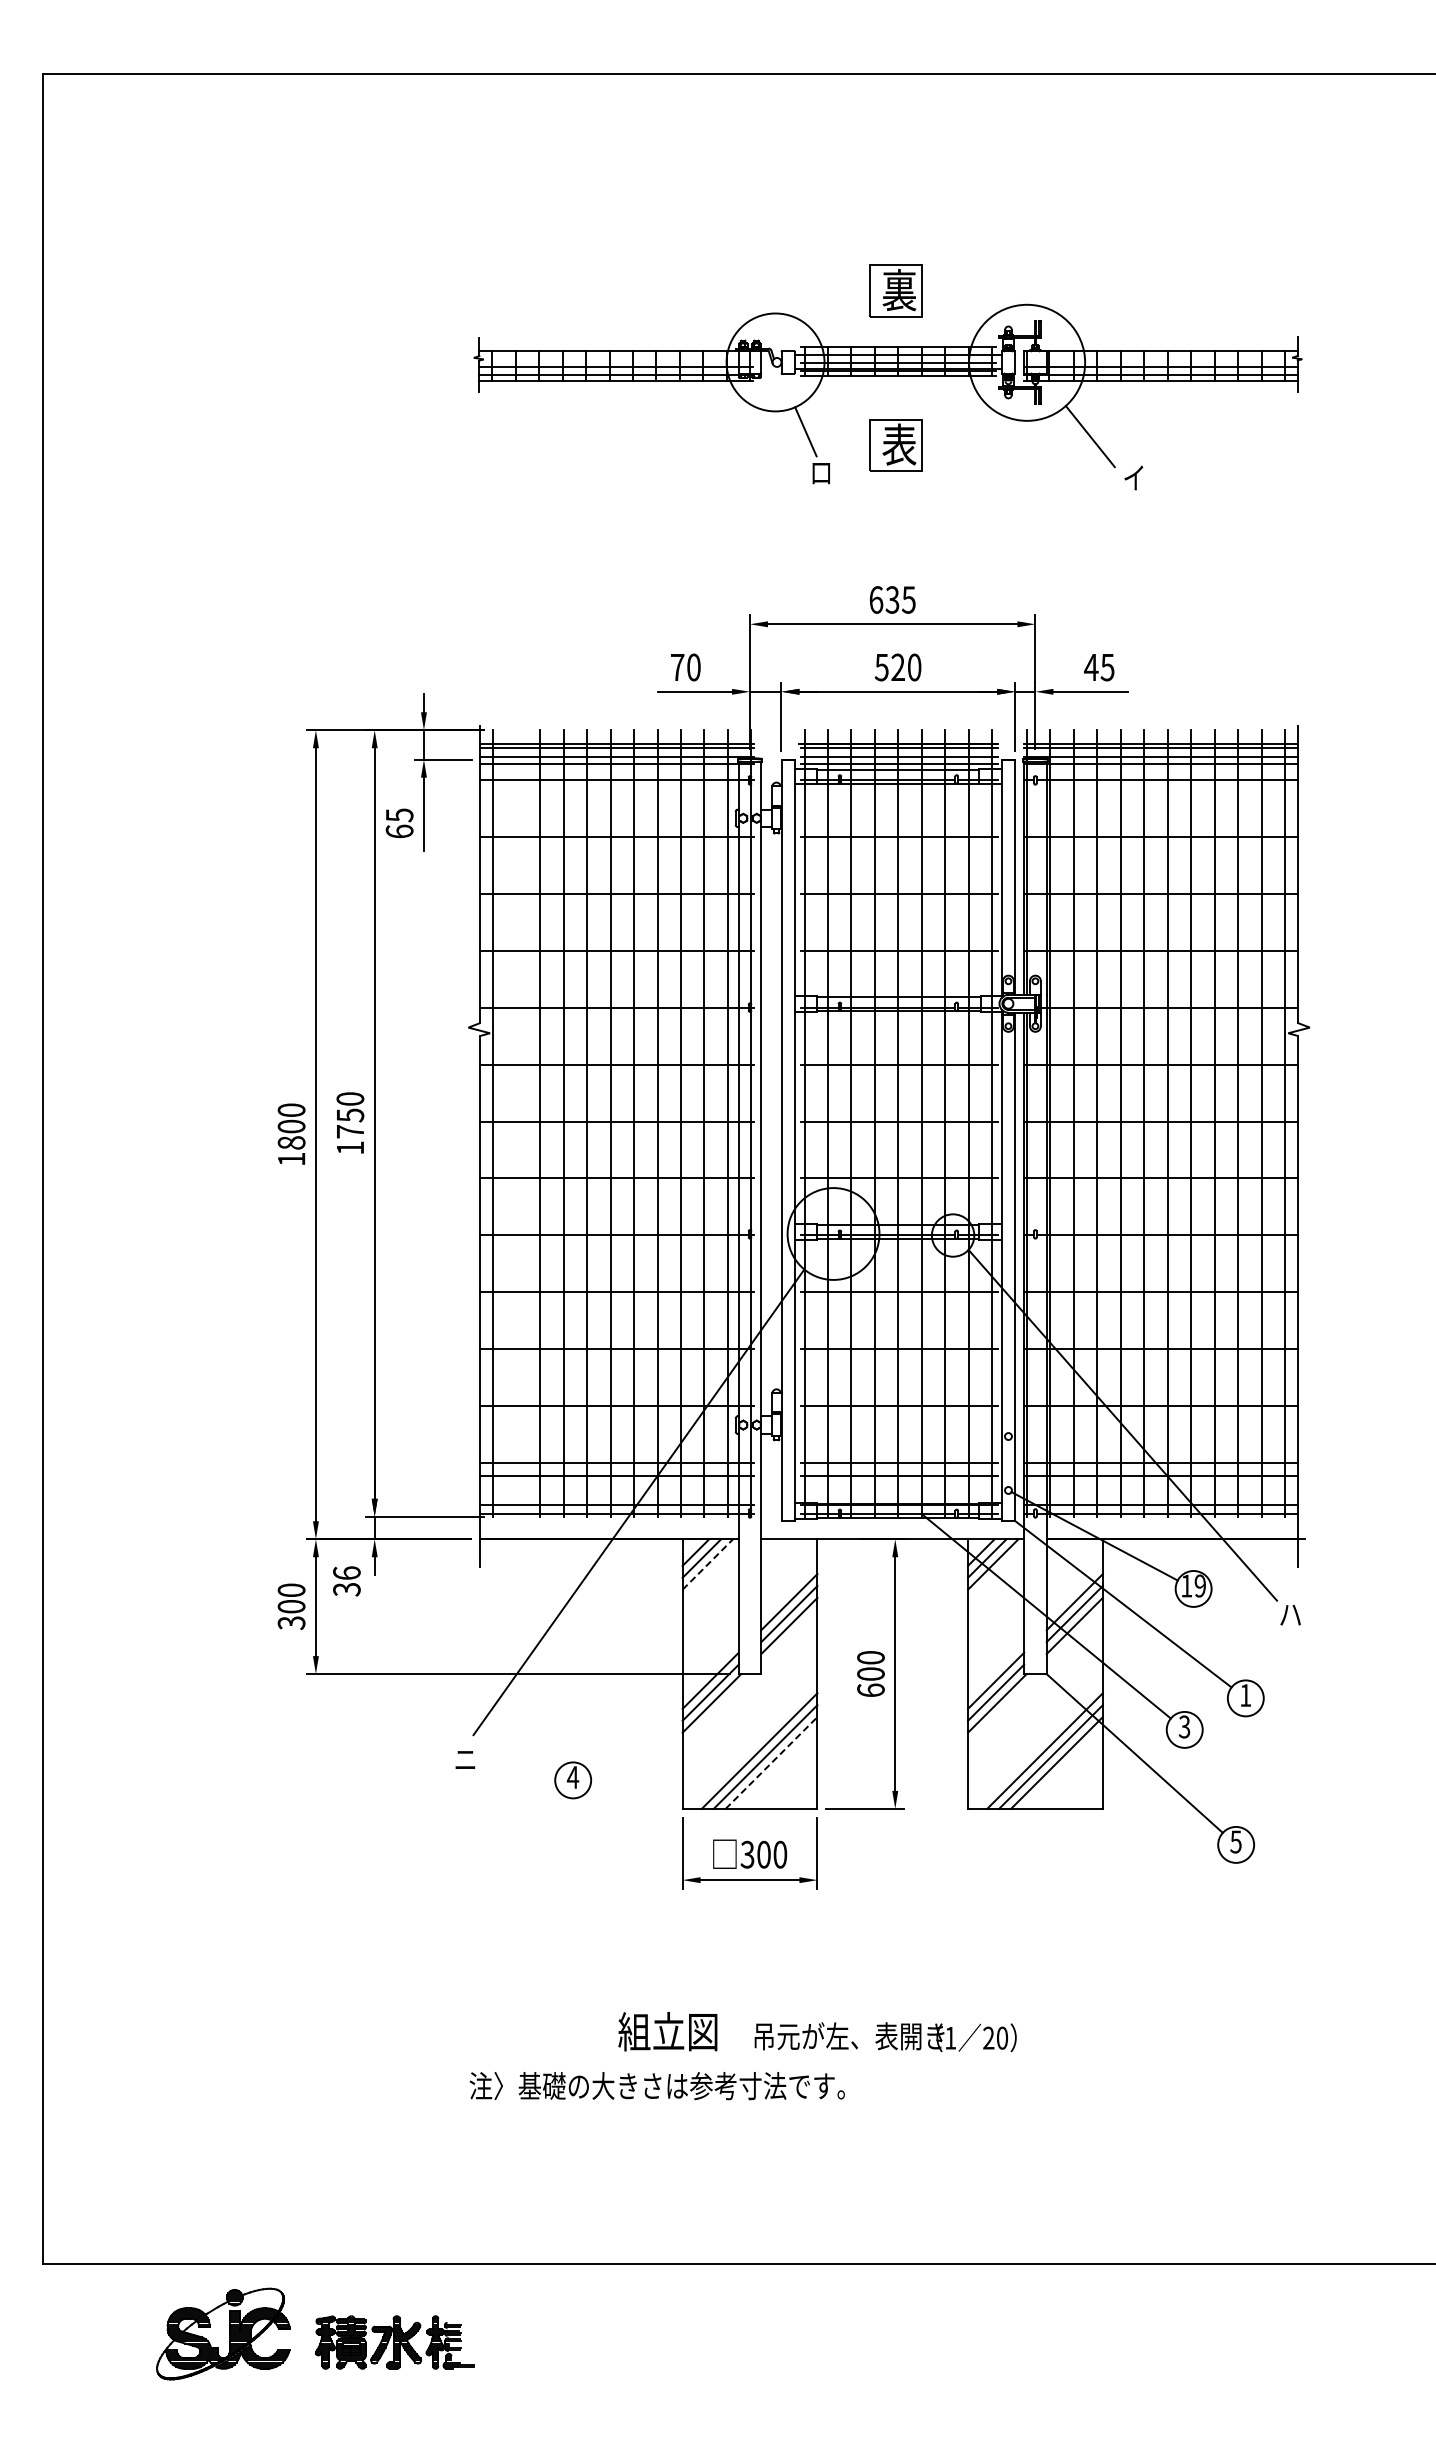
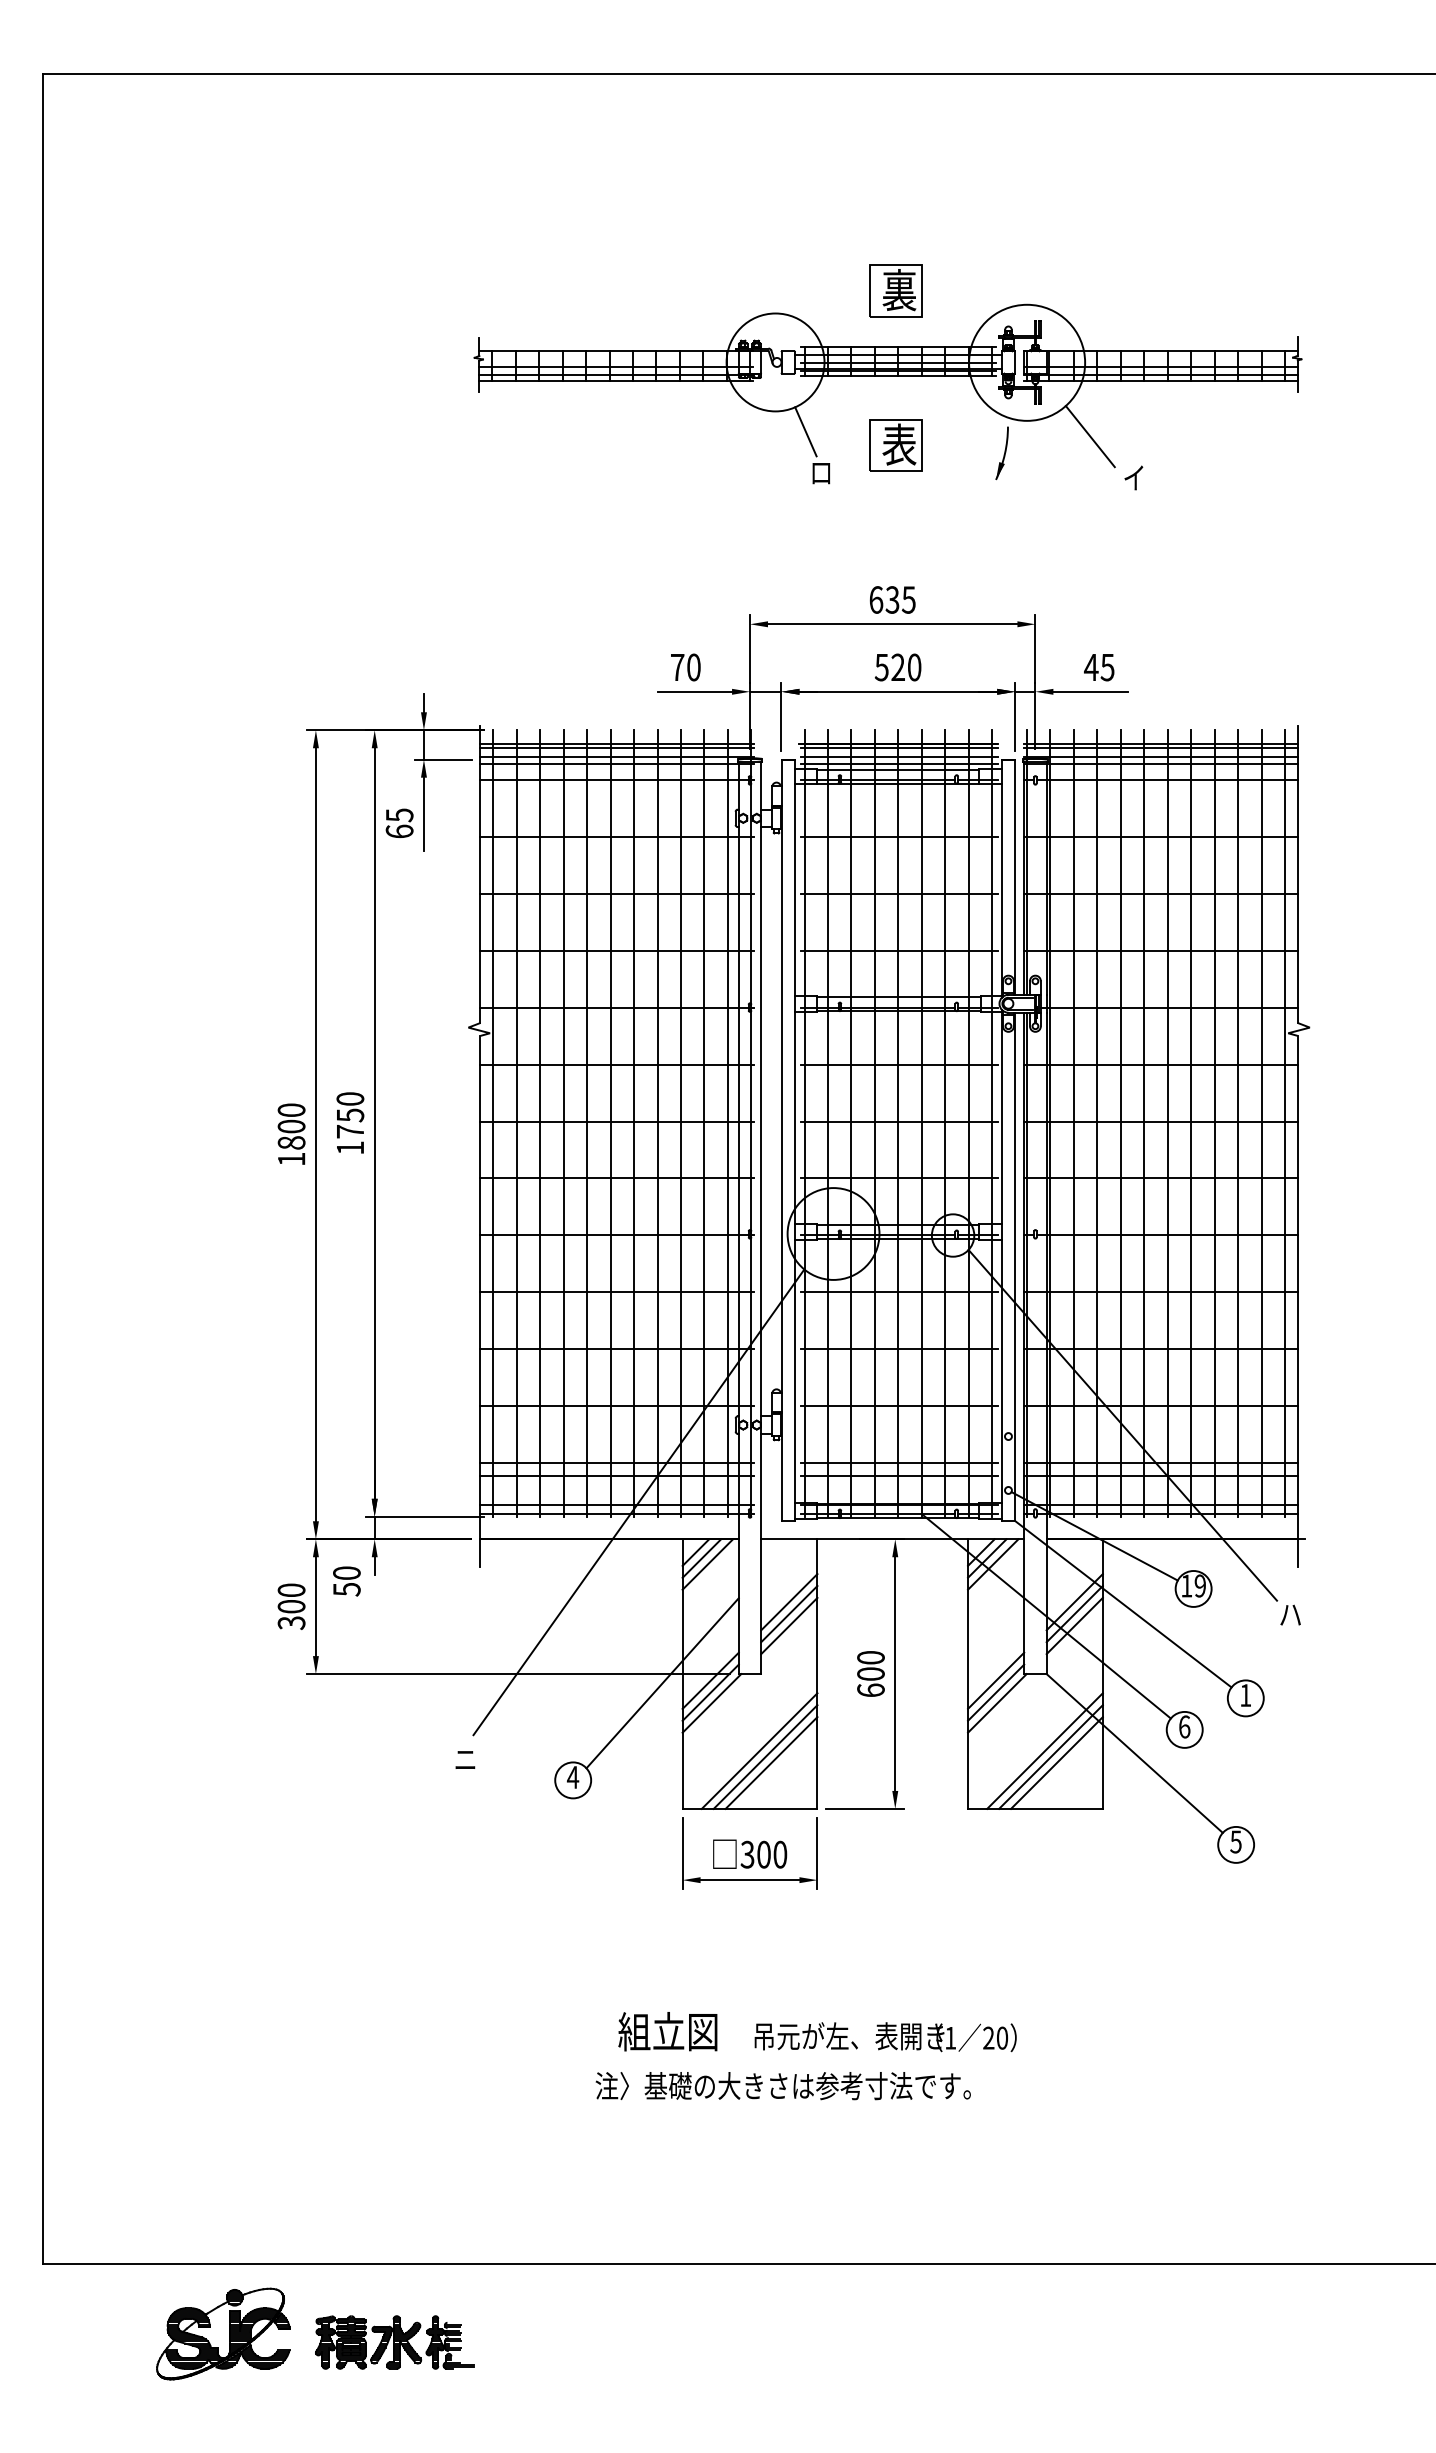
part at (1001, 453): none -> present
line at (516, 1123): none -> present
line at (707, 1564): dashed -> solid
text at (346, 1581): 36 -> 50
line at (662, 1683): none -> present
text at (1184, 1726): 3 -> 6
line at (771, 1763): dashed -> solid
text at (656, 2086) position: (656, 2086) -> (782, 2086)
